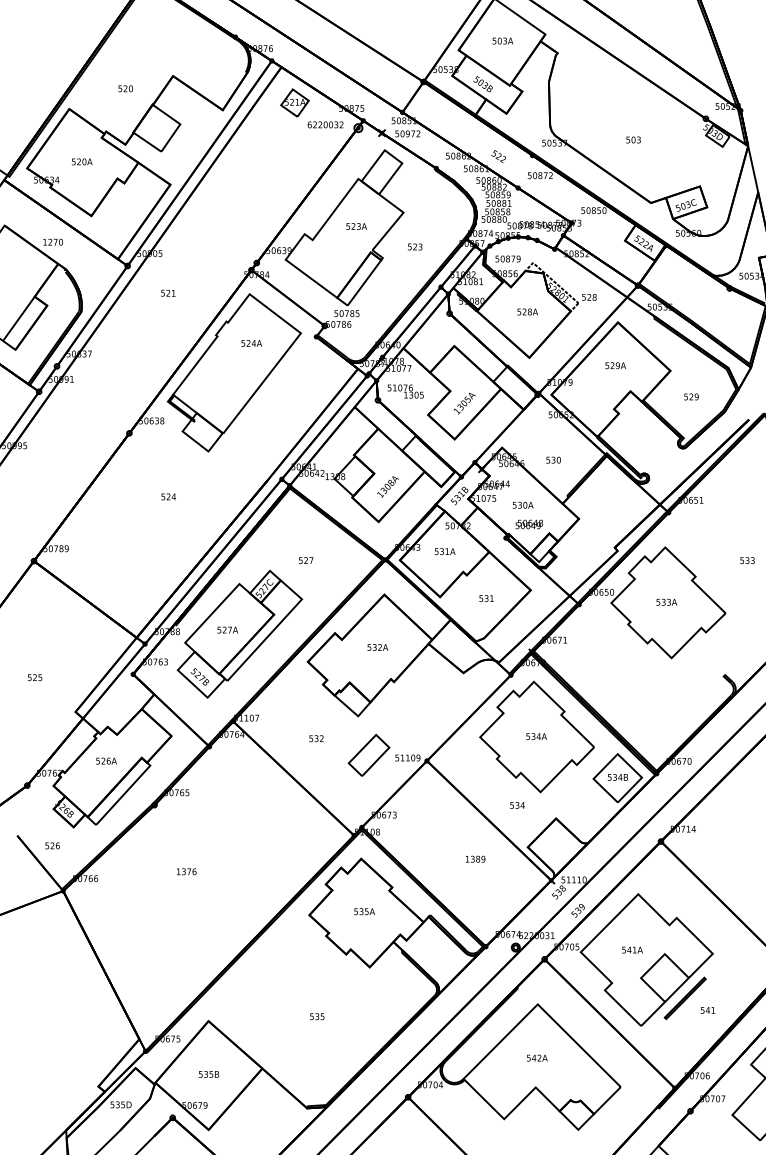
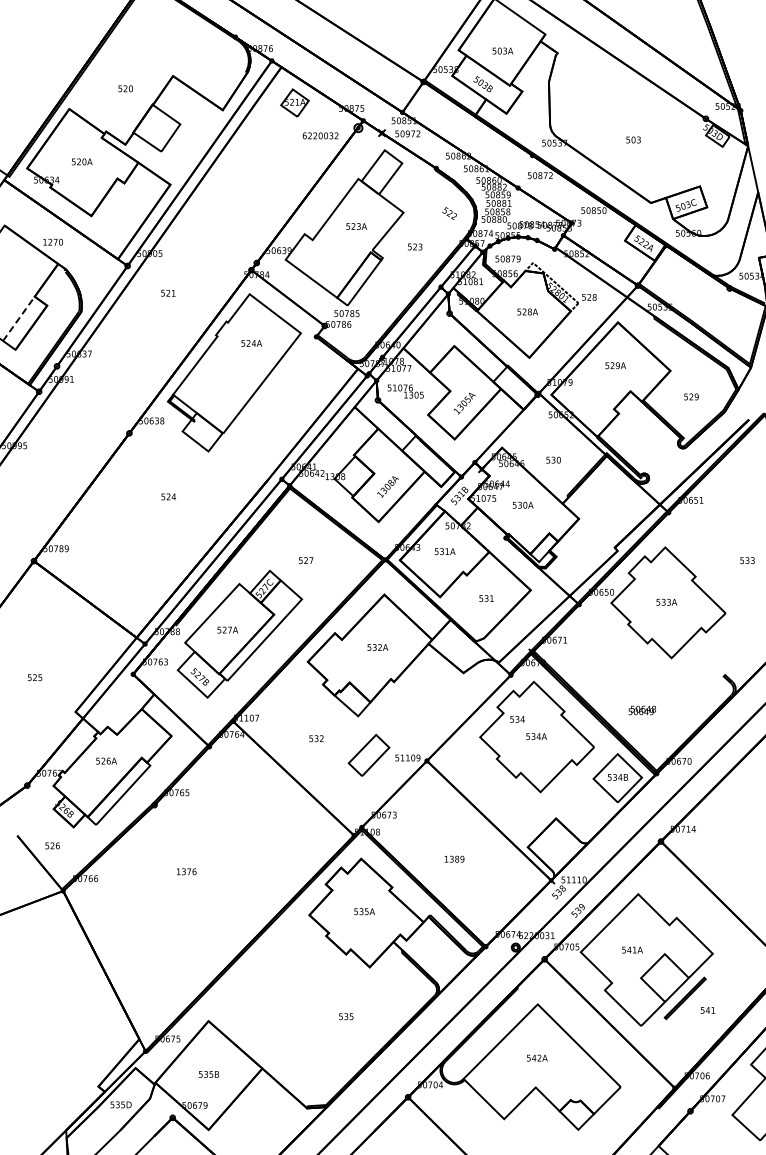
text at (502, 40) position: (502, 40) -> (502, 50)
text at (325, 124) position: (325, 124) -> (320, 135)
text at (498, 156) position: (498, 156) -> (449, 213)
line at (19, 318): solid -> dashed
text at (528, 524) position: (528, 524) -> (641, 710)
text at (517, 805) position: (517, 805) -> (517, 719)
text at (475, 858) position: (475, 858) -> (454, 858)
text at (317, 1016) position: (317, 1016) -> (346, 1016)
